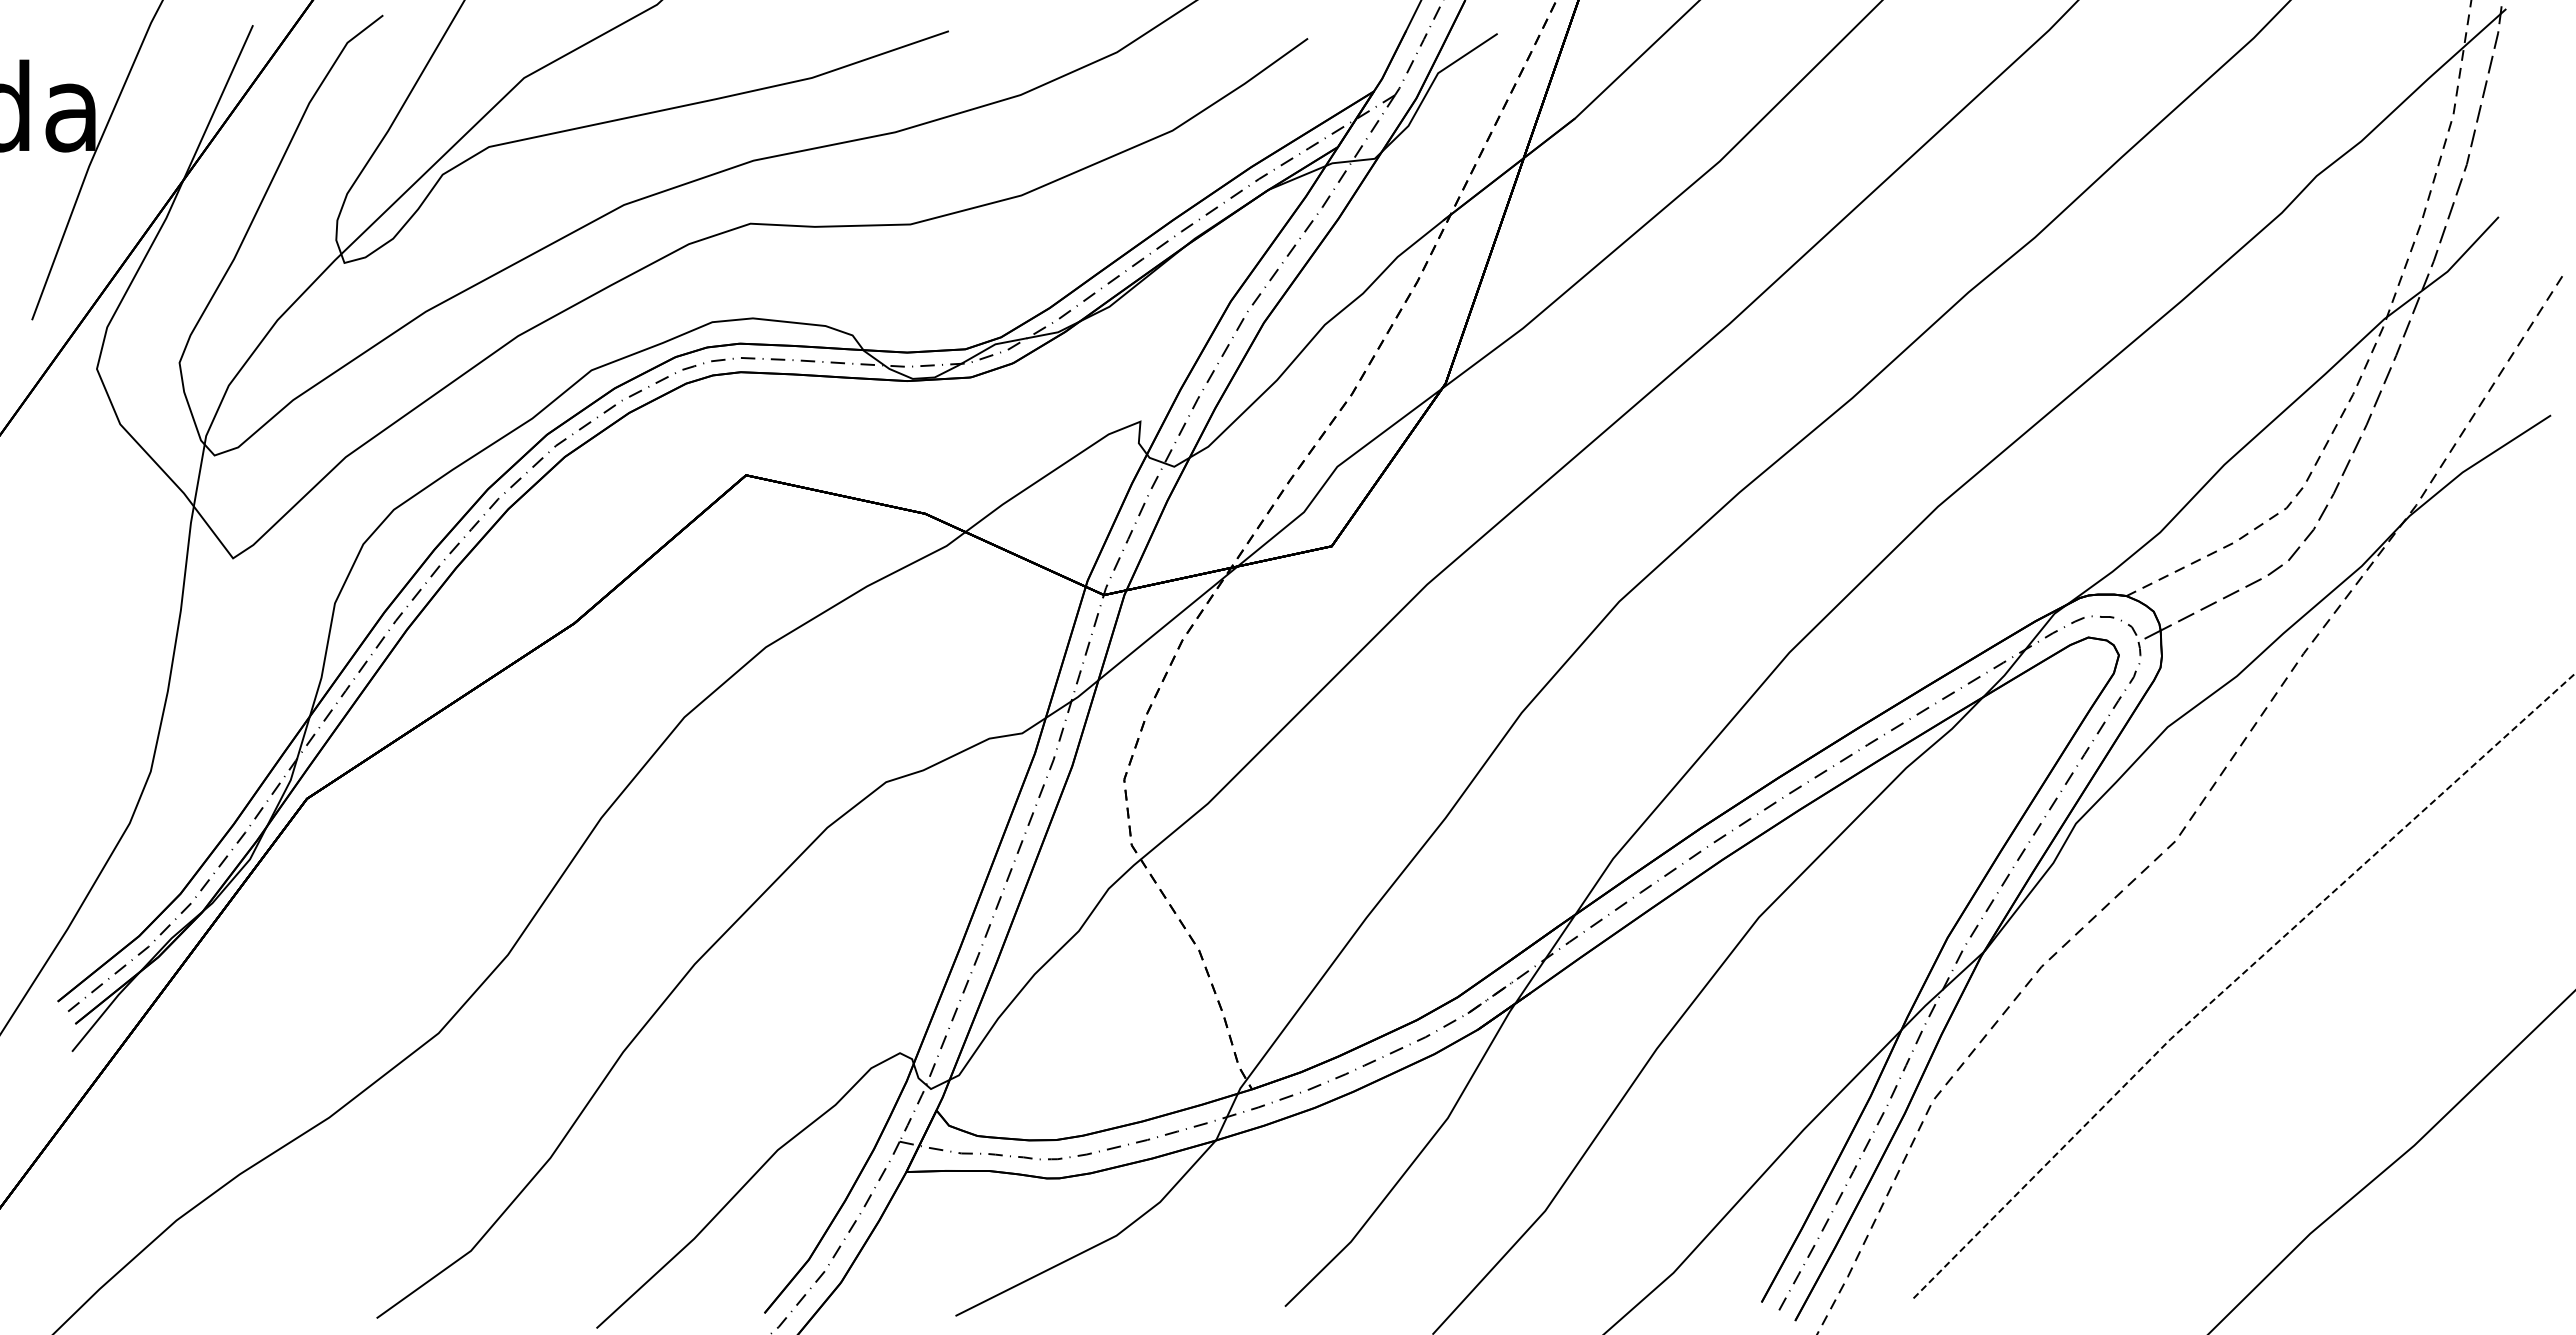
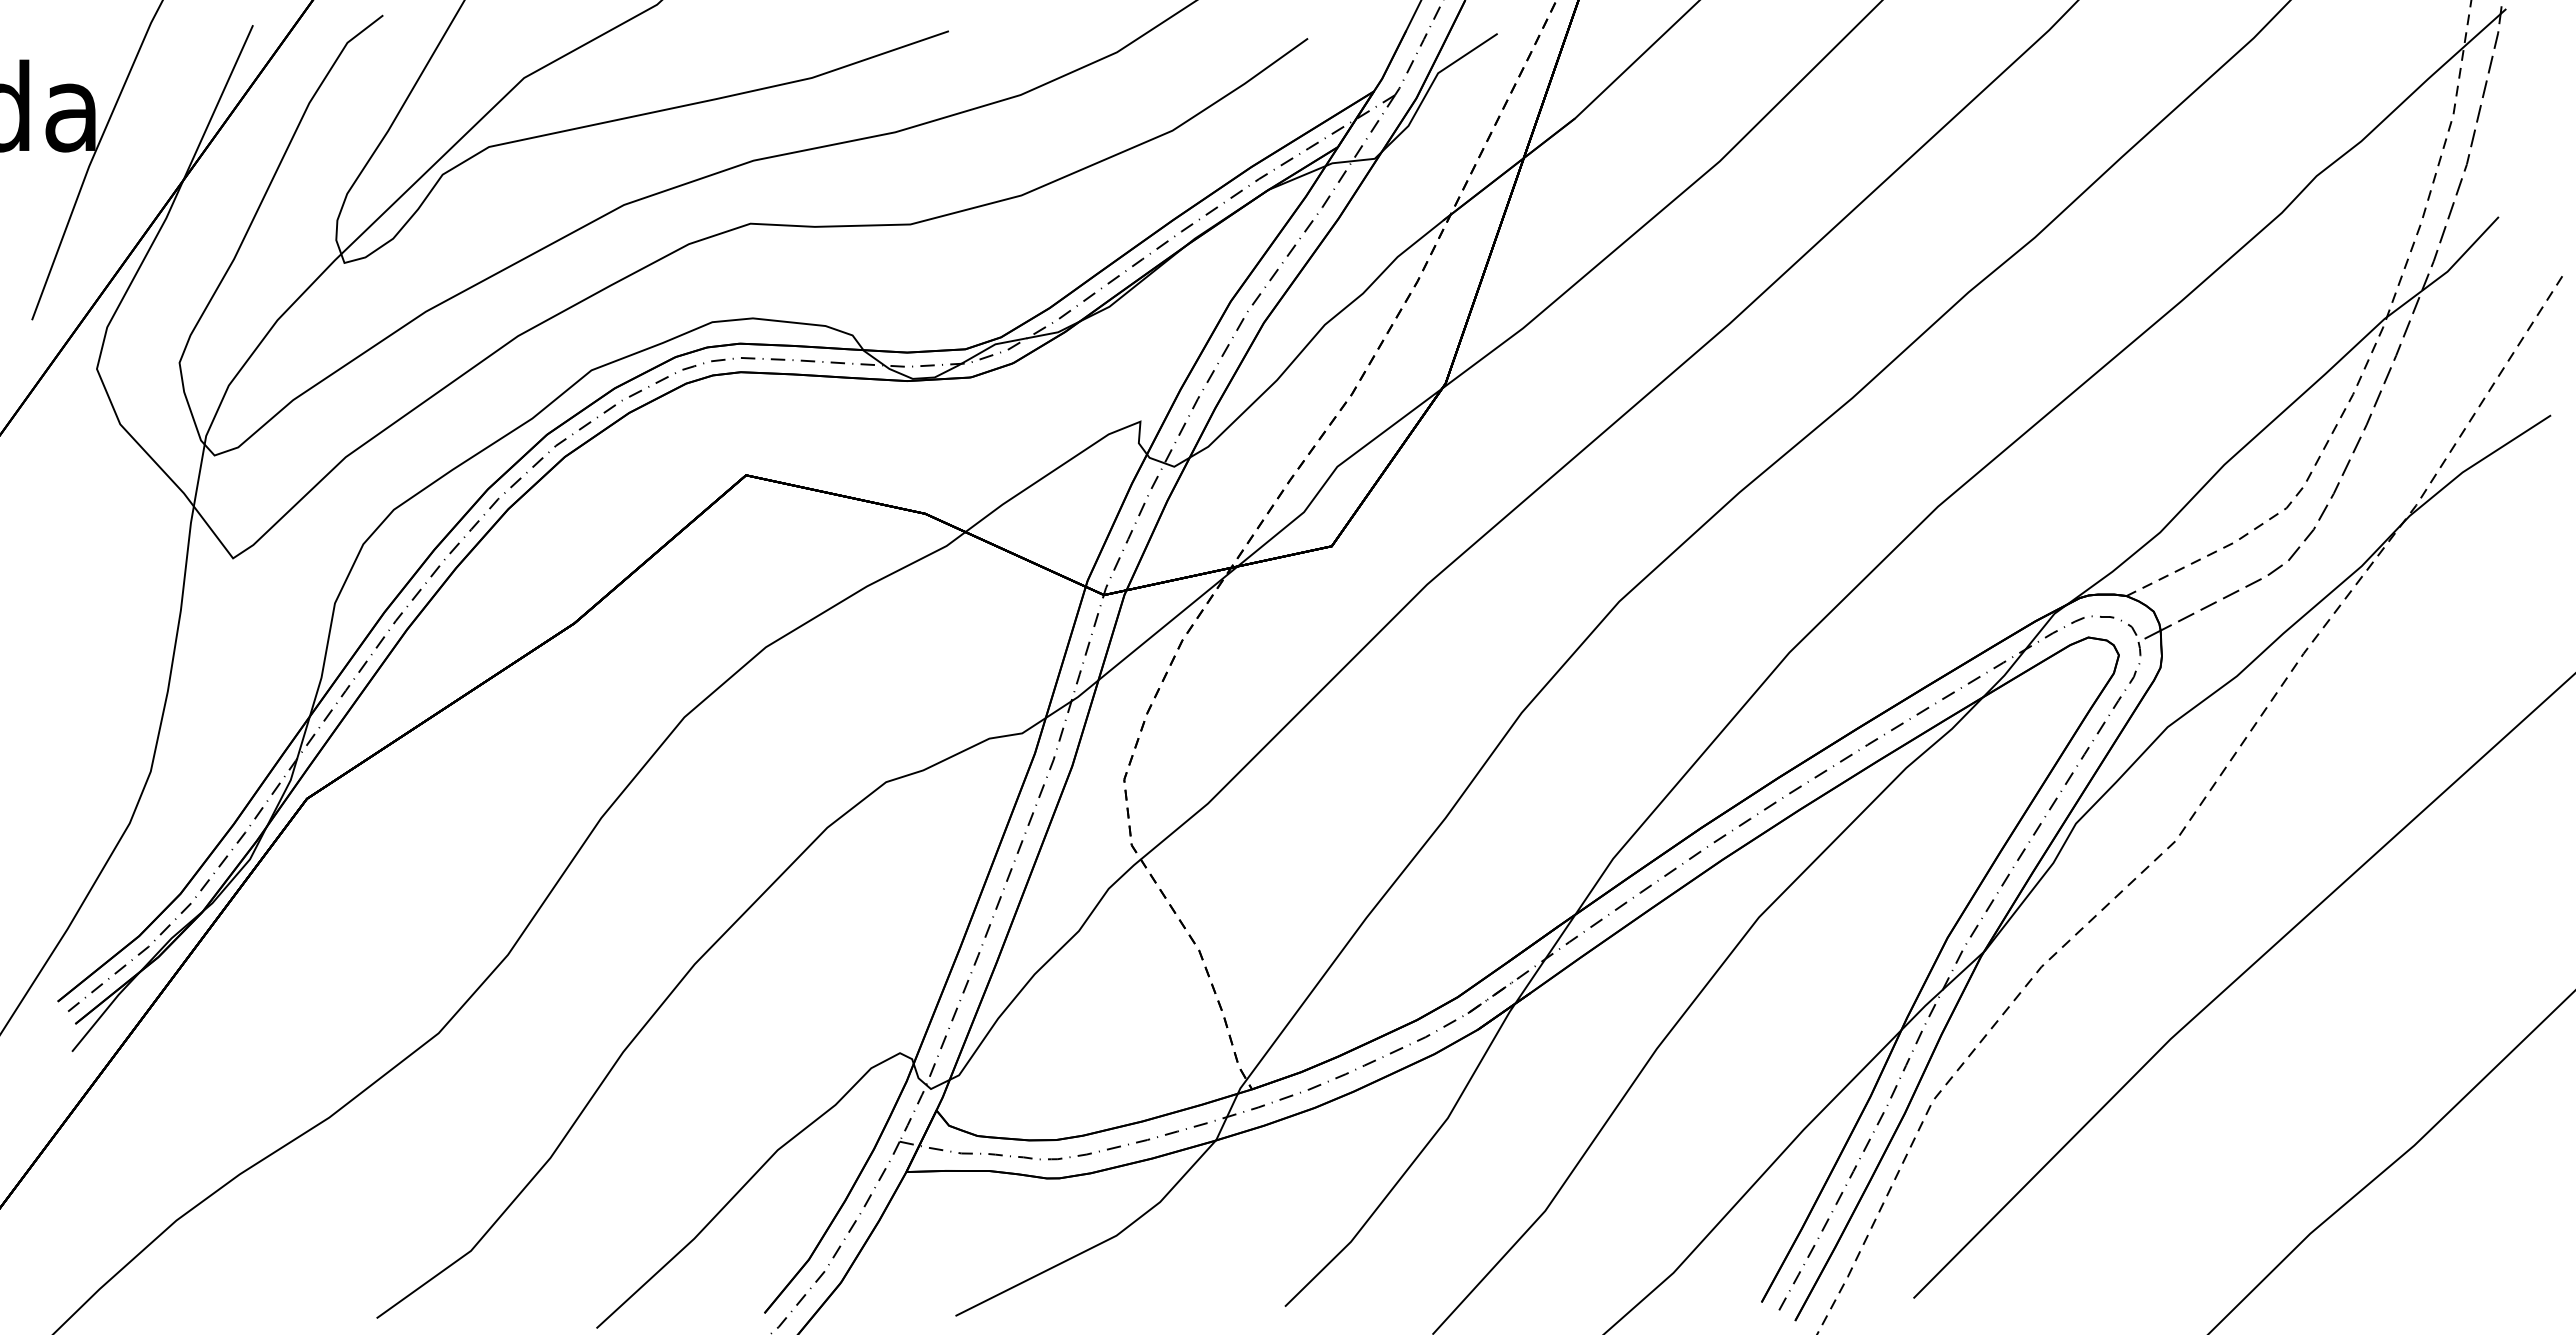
line at (2237, 978): dashed -> solid
